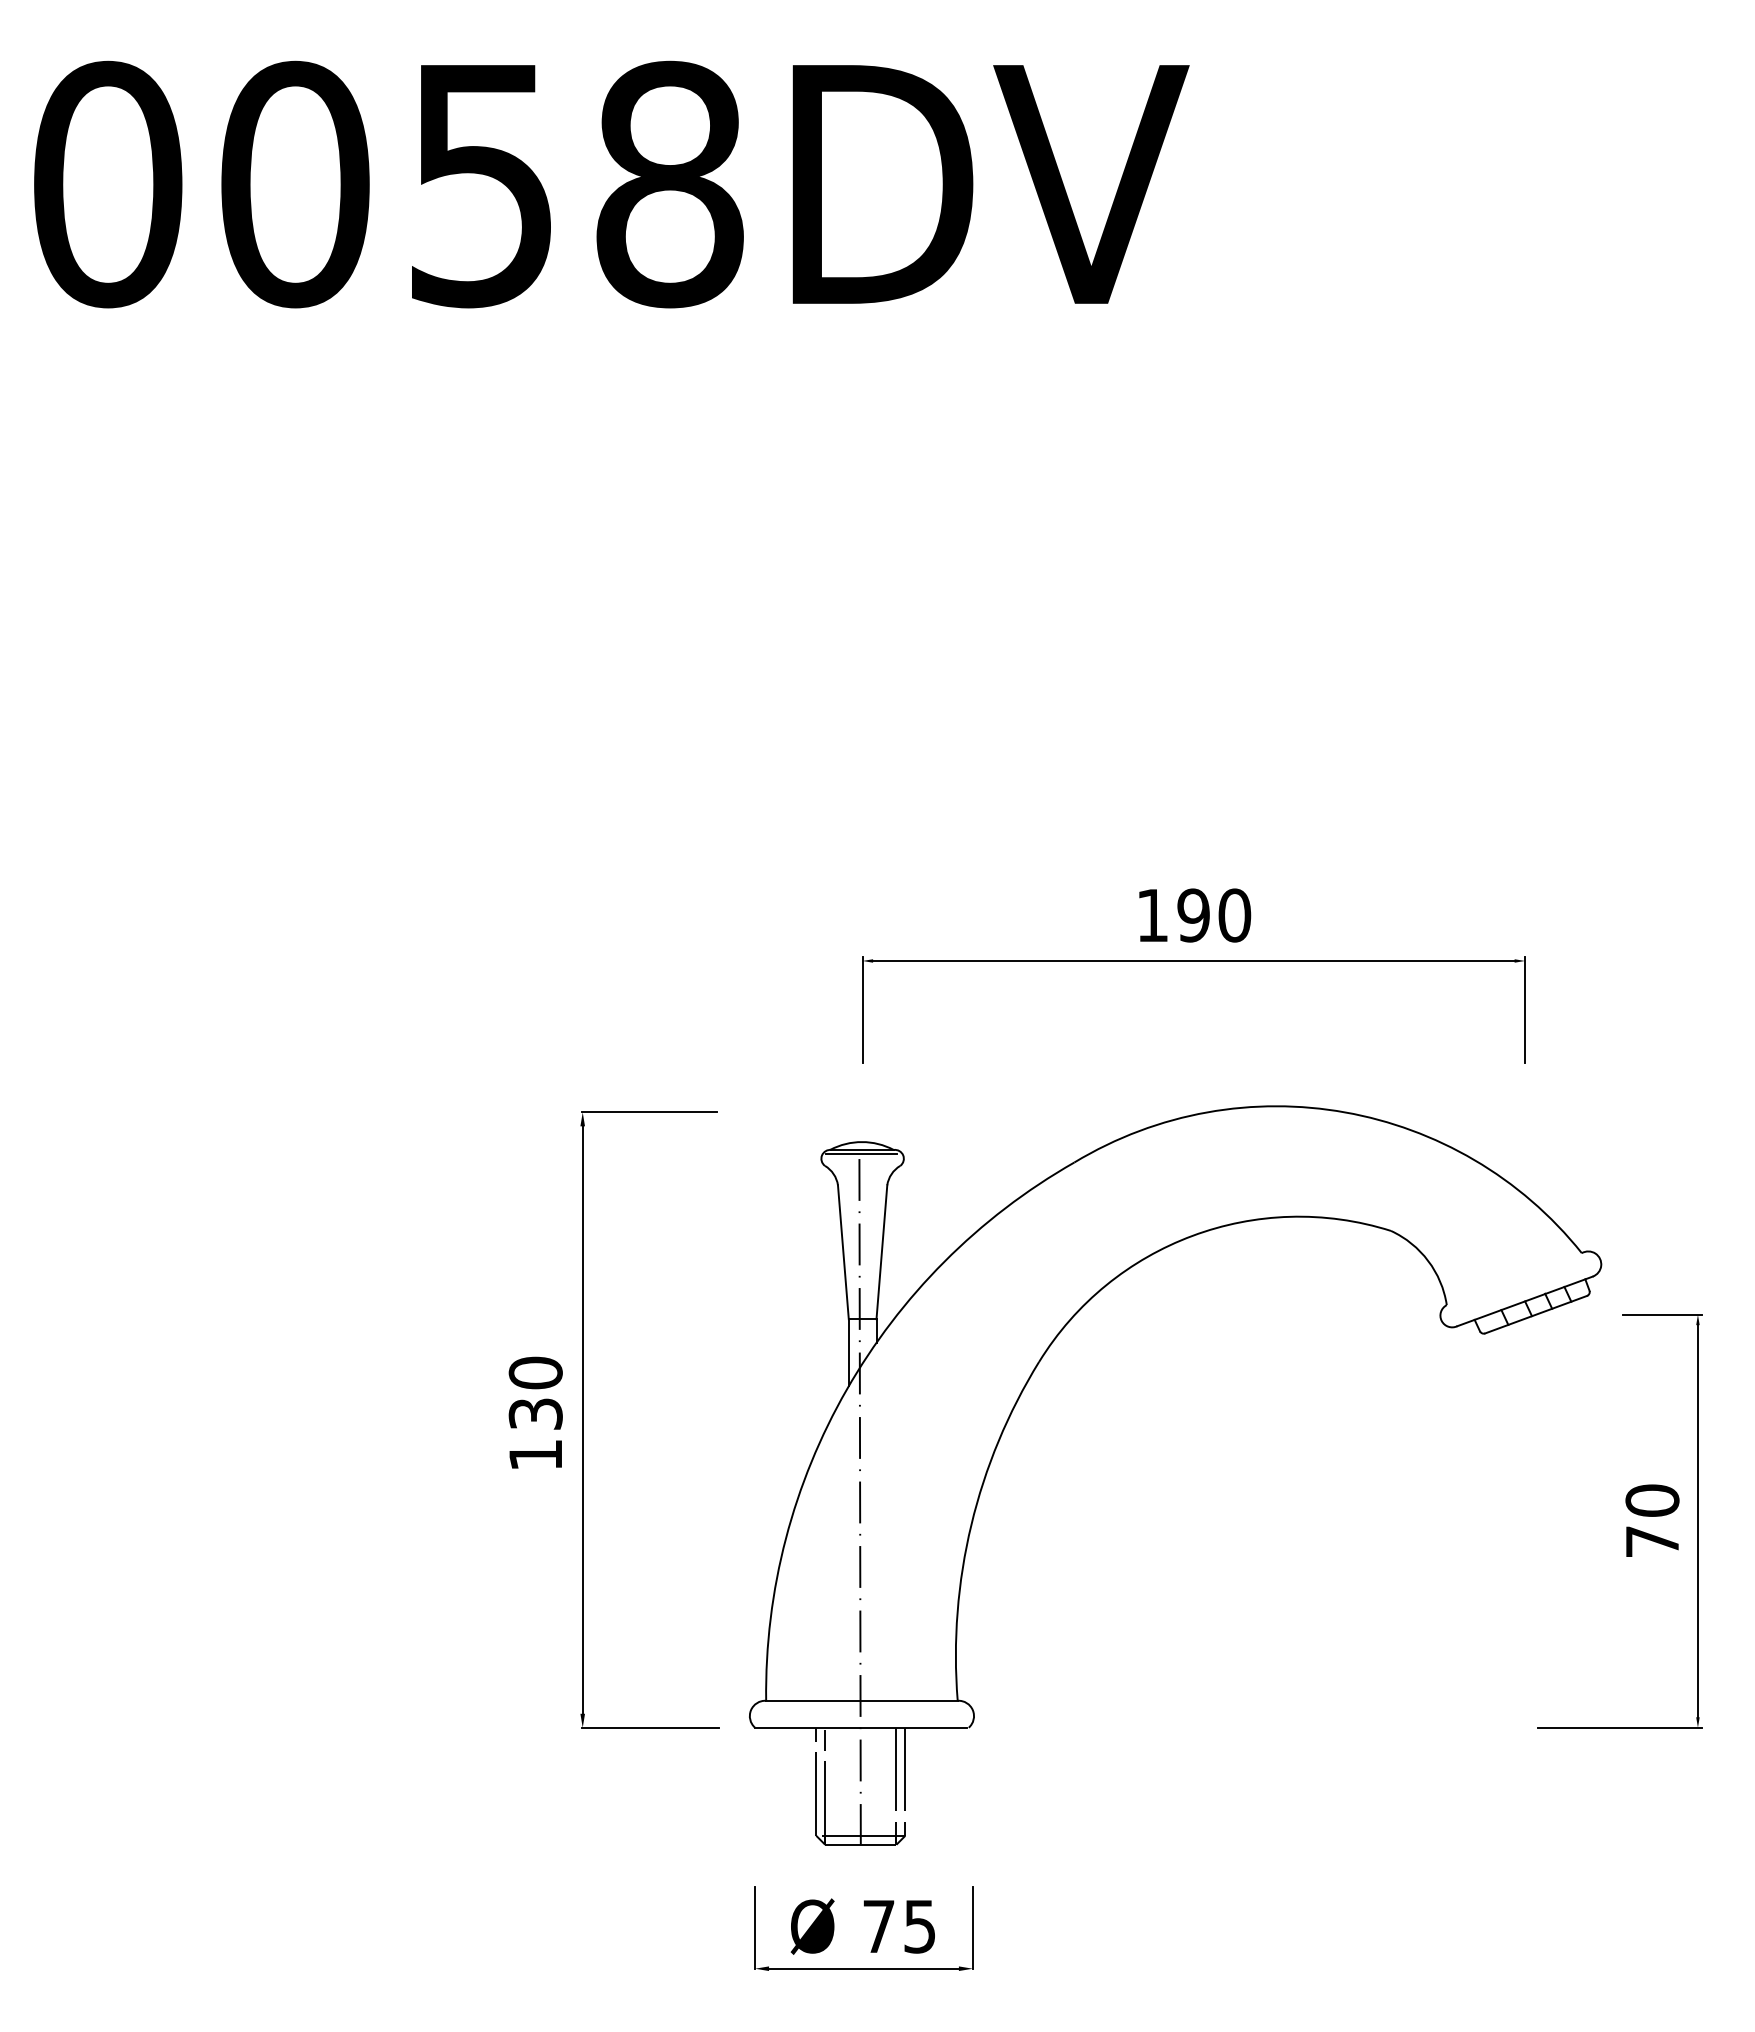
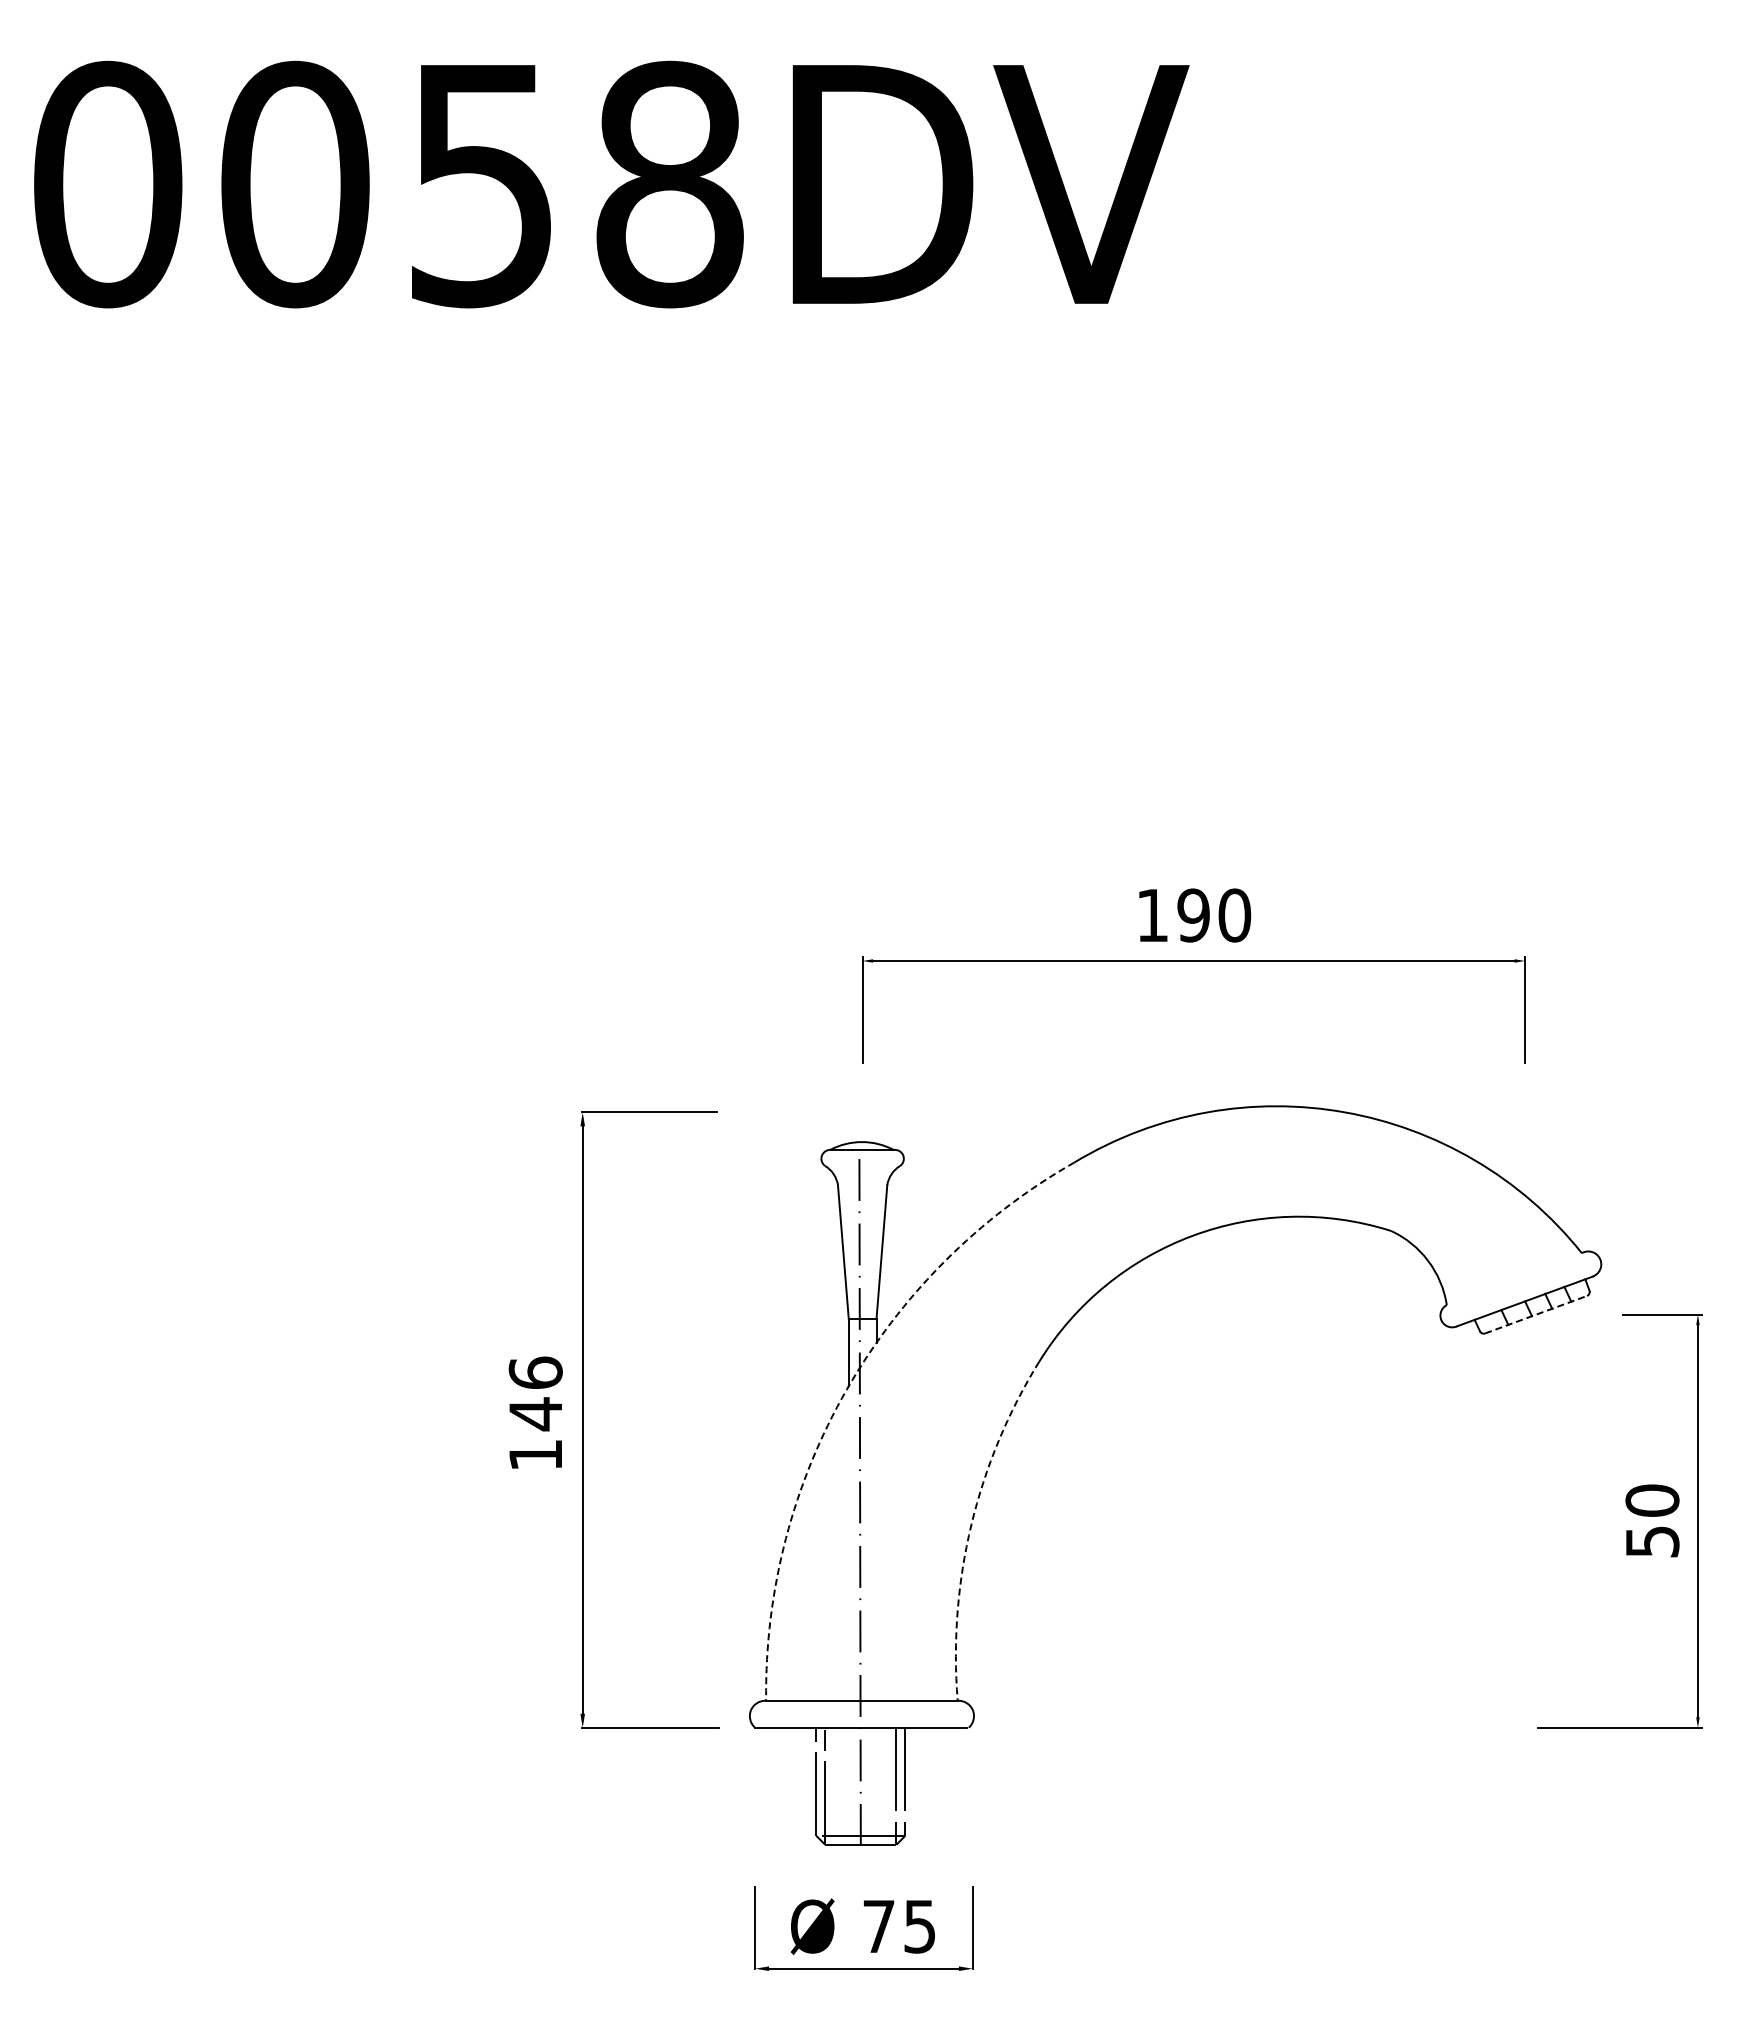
line at (861, 1154): present -> none
line at (1536, 1314): solid -> dashed
arc at (846, 1389): solid -> dashed
text at (535, 1393): 130 -> 146
arc at (971, 1524): solid -> dashed
text at (1652, 1541): 70 -> 50
